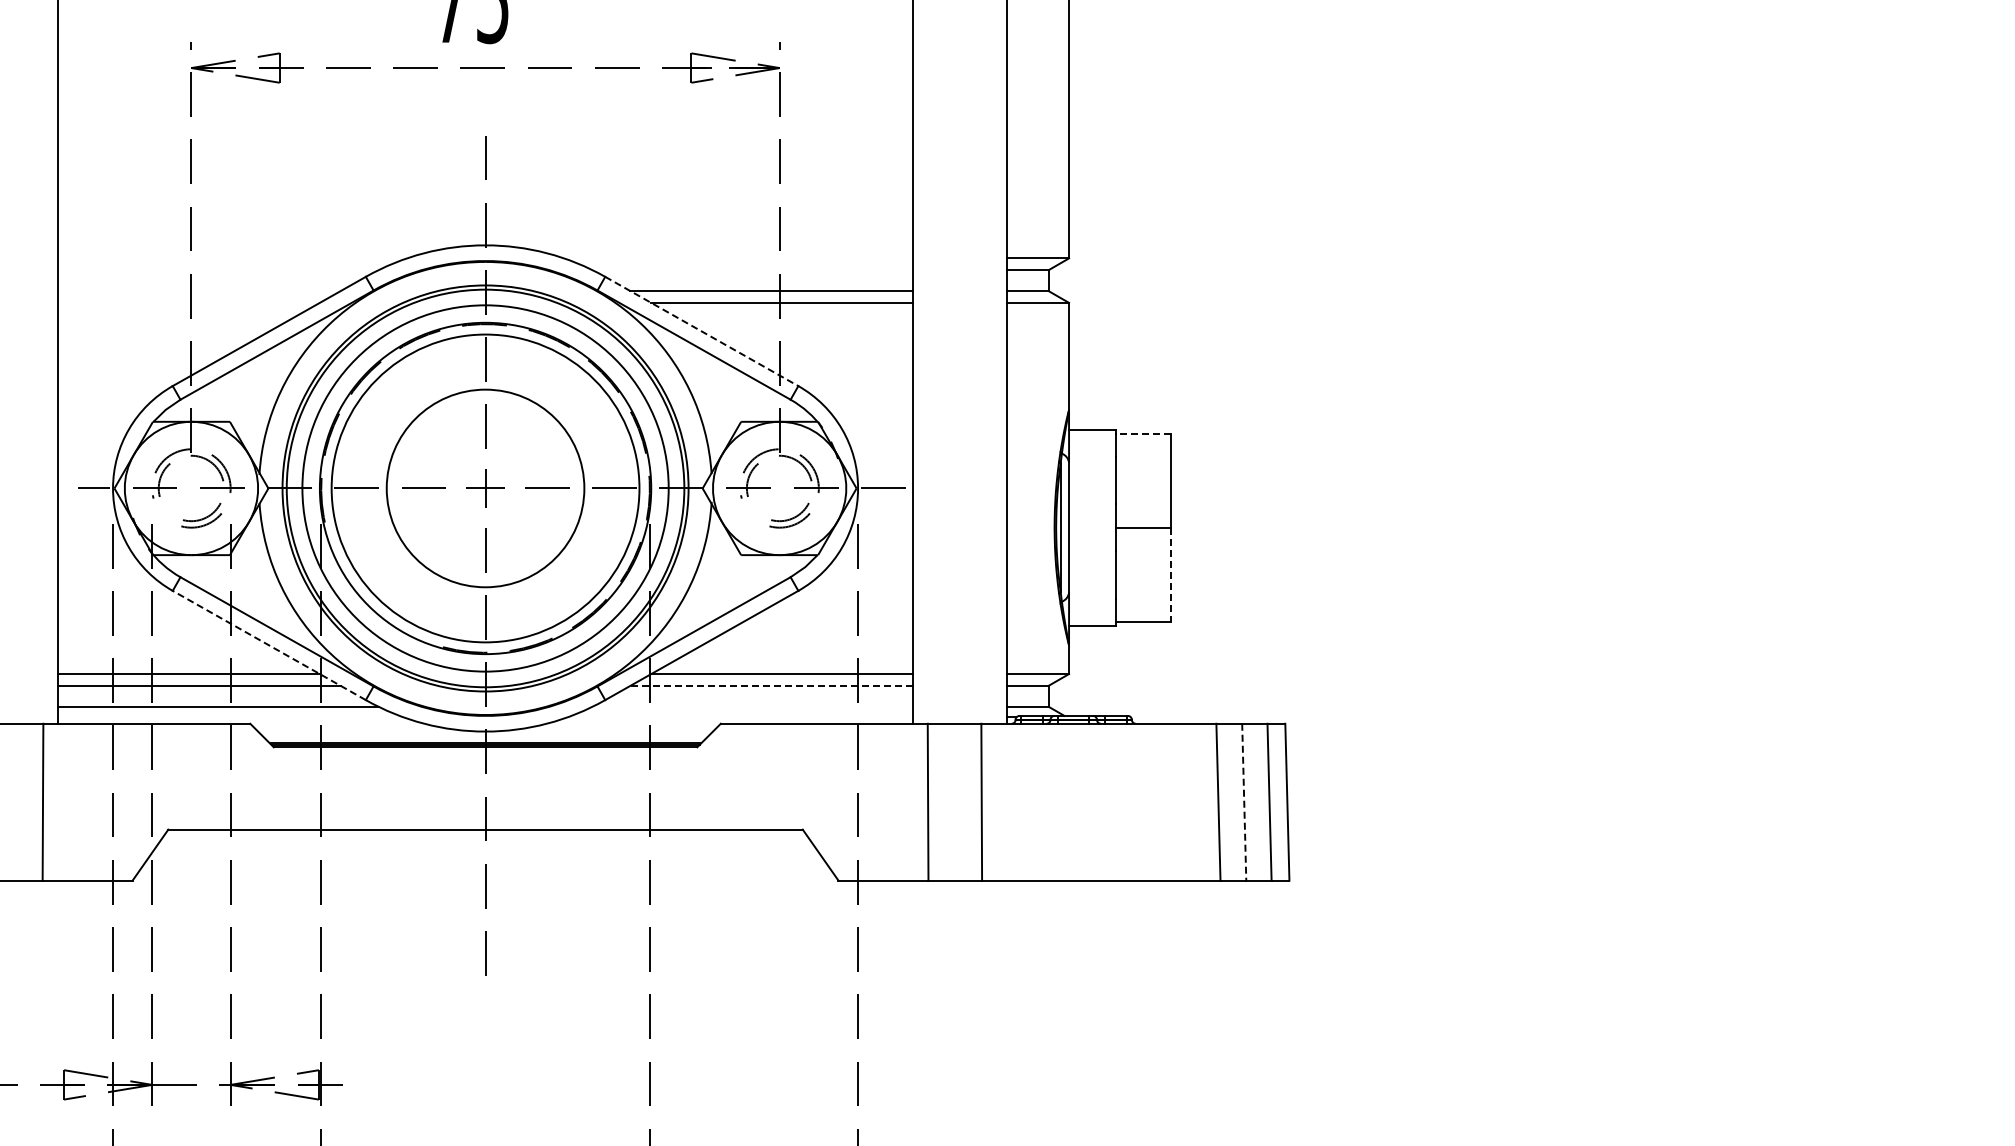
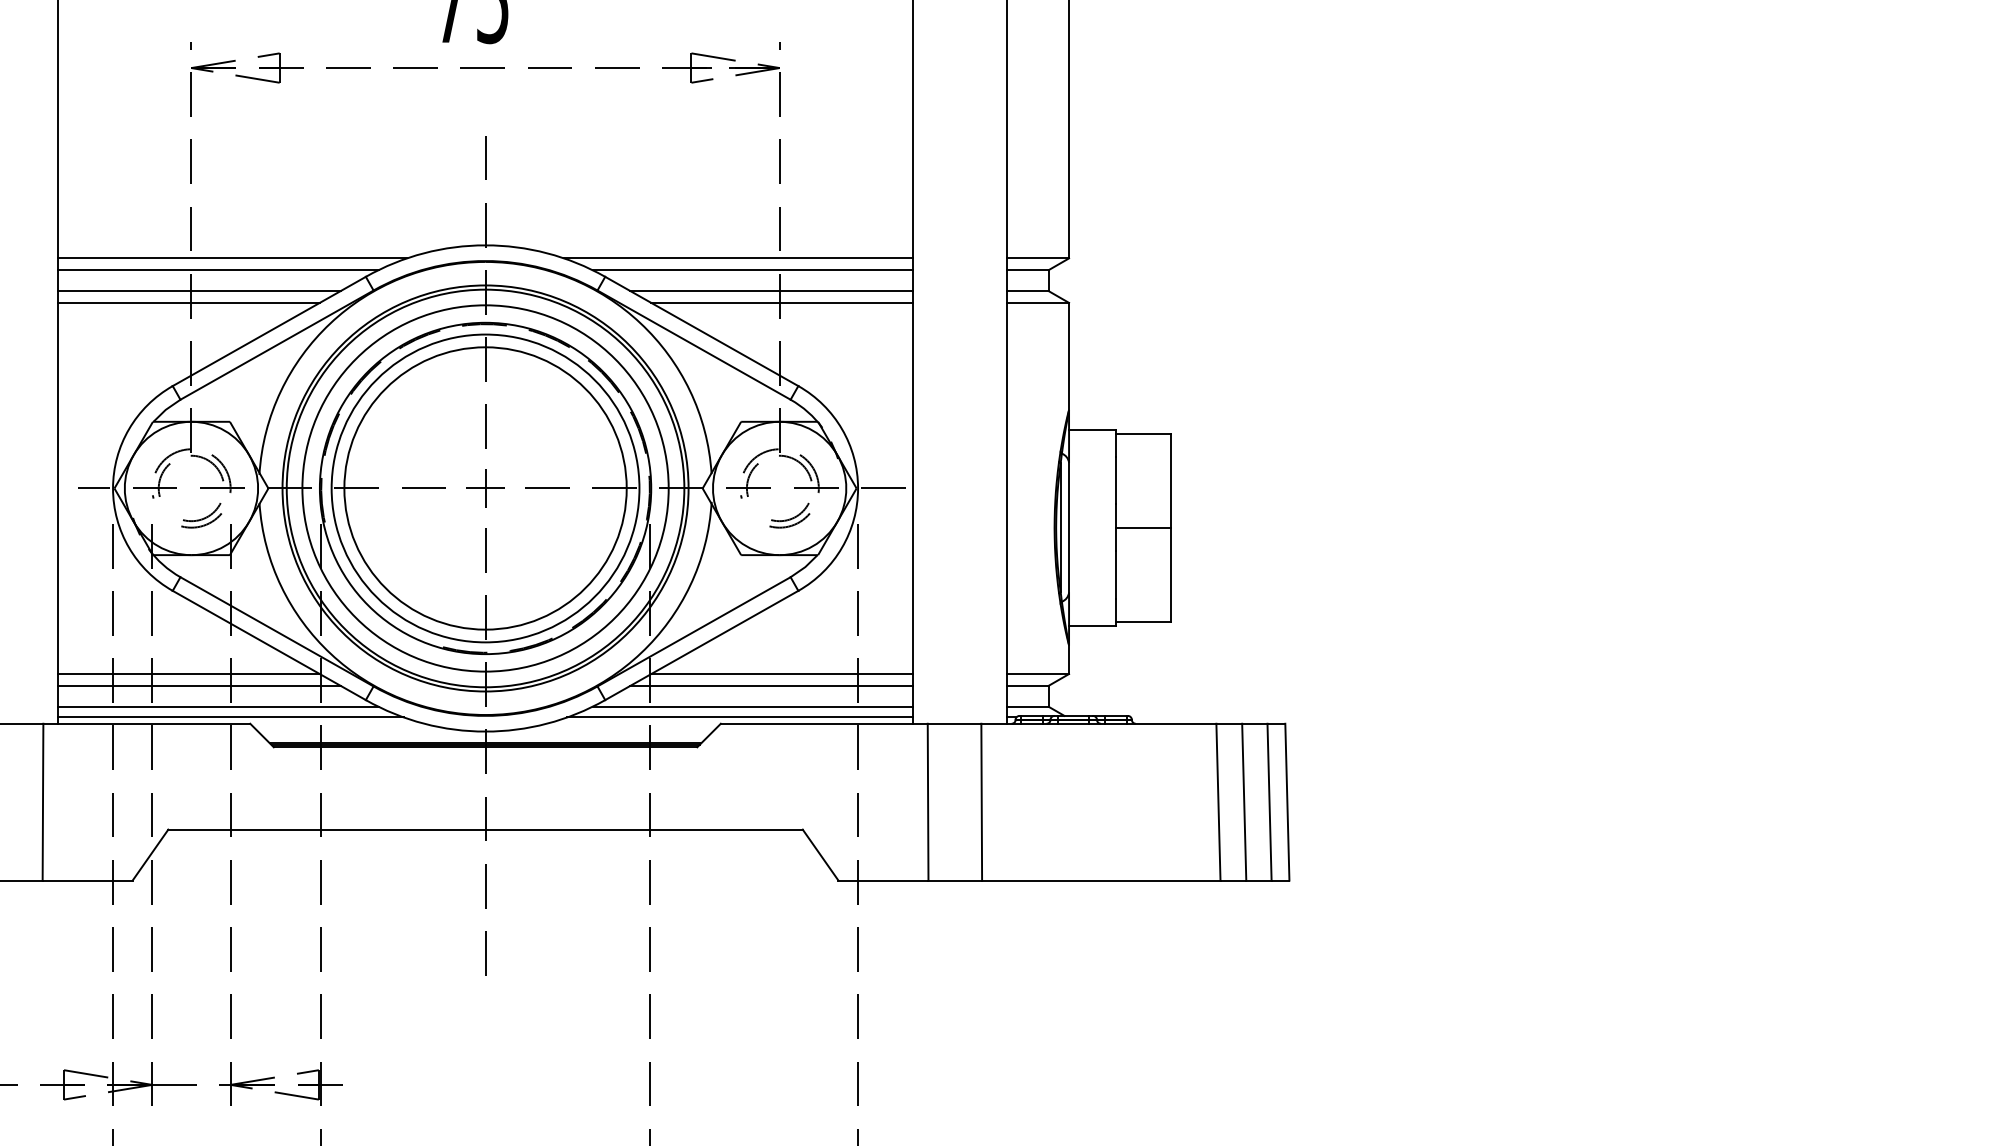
line at (232, 258): none -> present
line at (738, 258): none -> present
line at (218, 270): none -> present
line at (752, 270): none -> present
line at (199, 291): none -> present
line at (188, 302): none -> present
line at (701, 331): dashed -> solid
line at (1143, 433): dashed -> solid
circle at (485, 488) diameter: 198 px -> 282 px
line at (1171, 575): dashed -> solid
line at (269, 645): dashed -> solid
line at (771, 685): dashed -> solid
line at (752, 706): none -> present
line at (230, 717): none -> present
line at (739, 717): none -> present
line at (1244, 802): dashed -> solid
